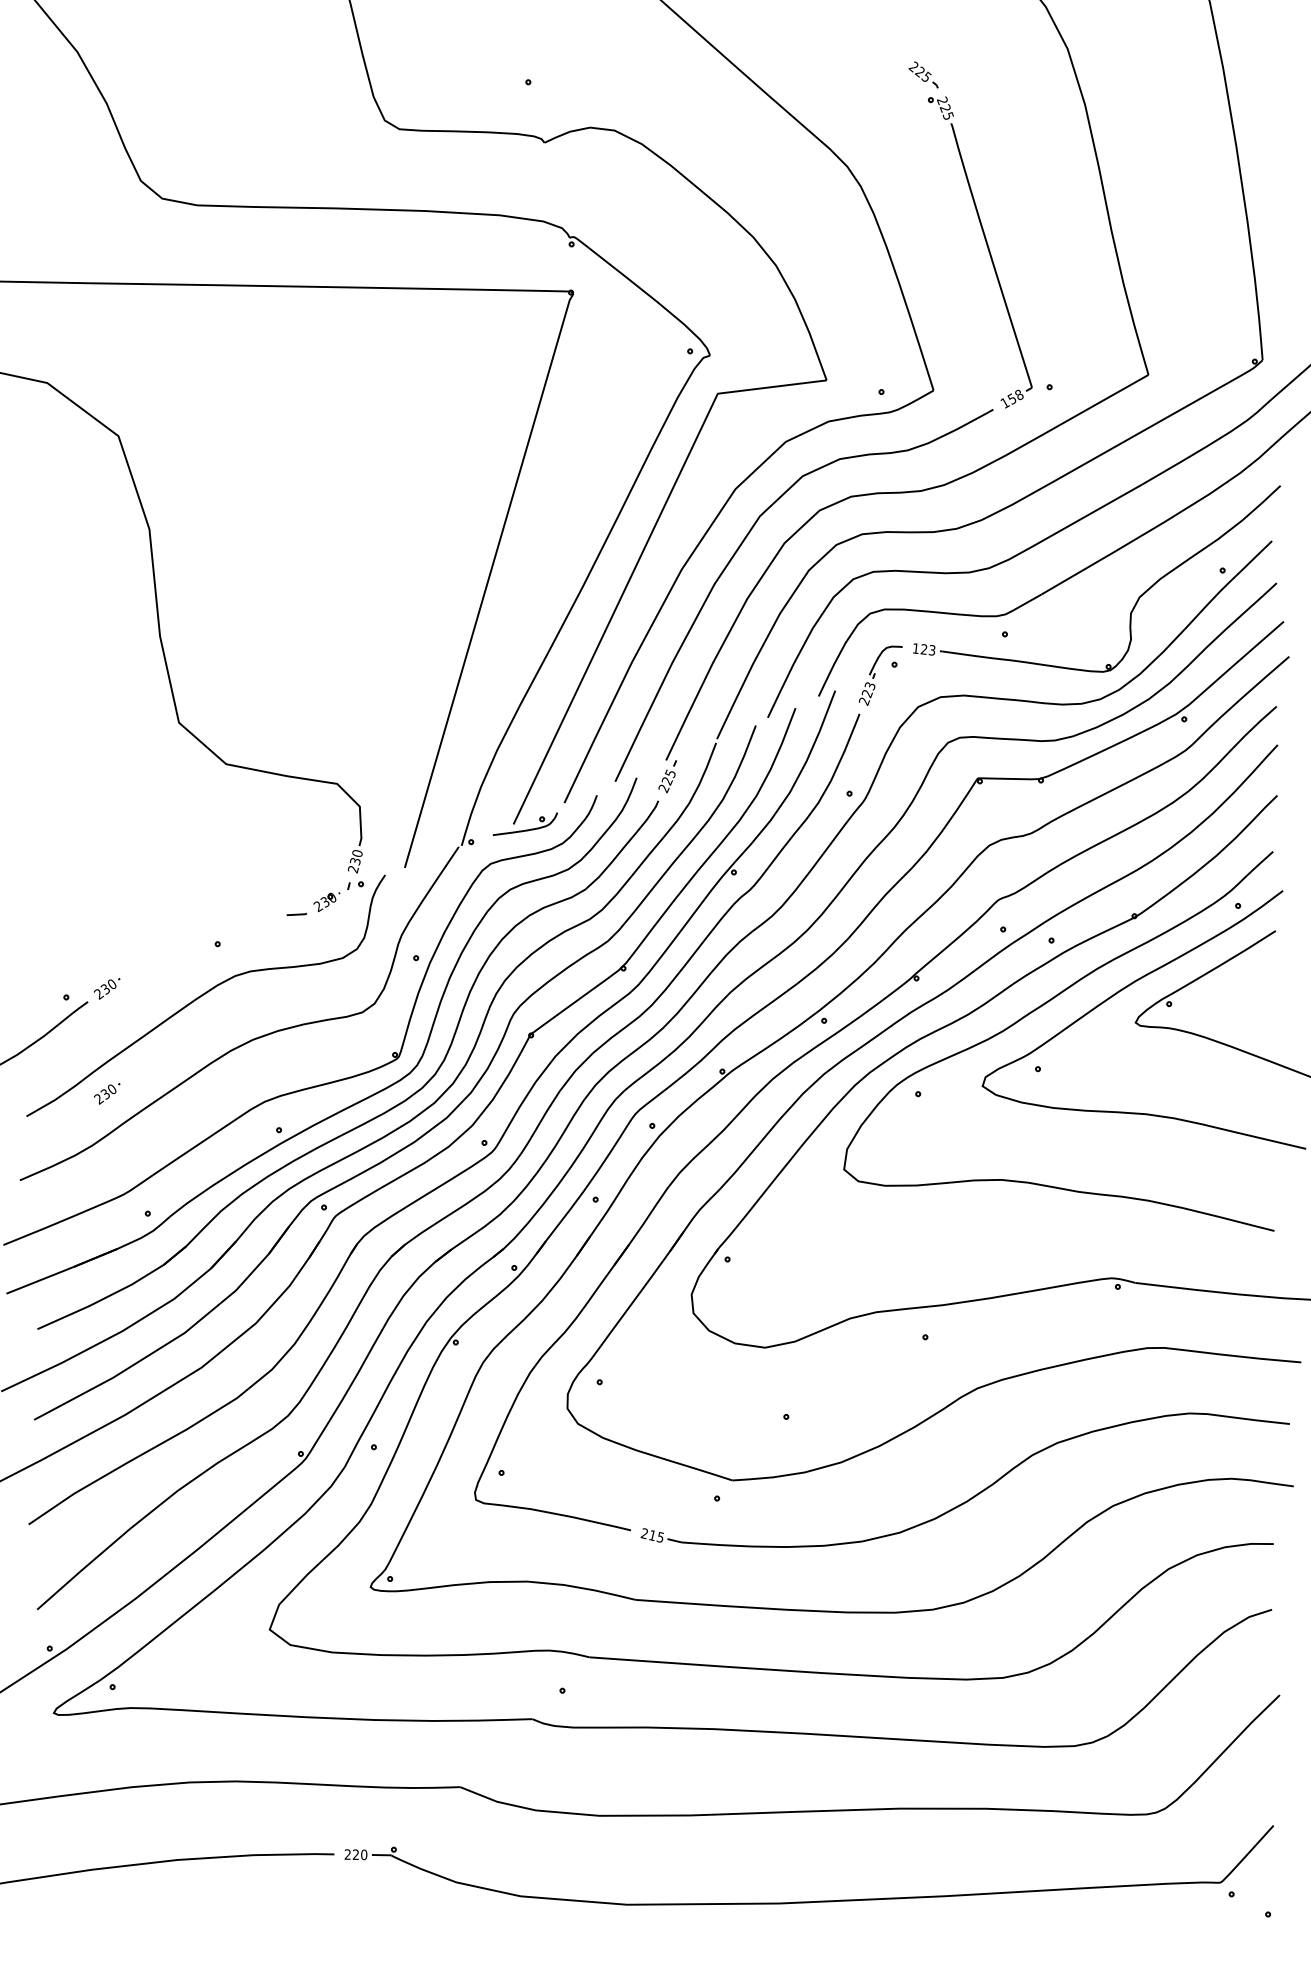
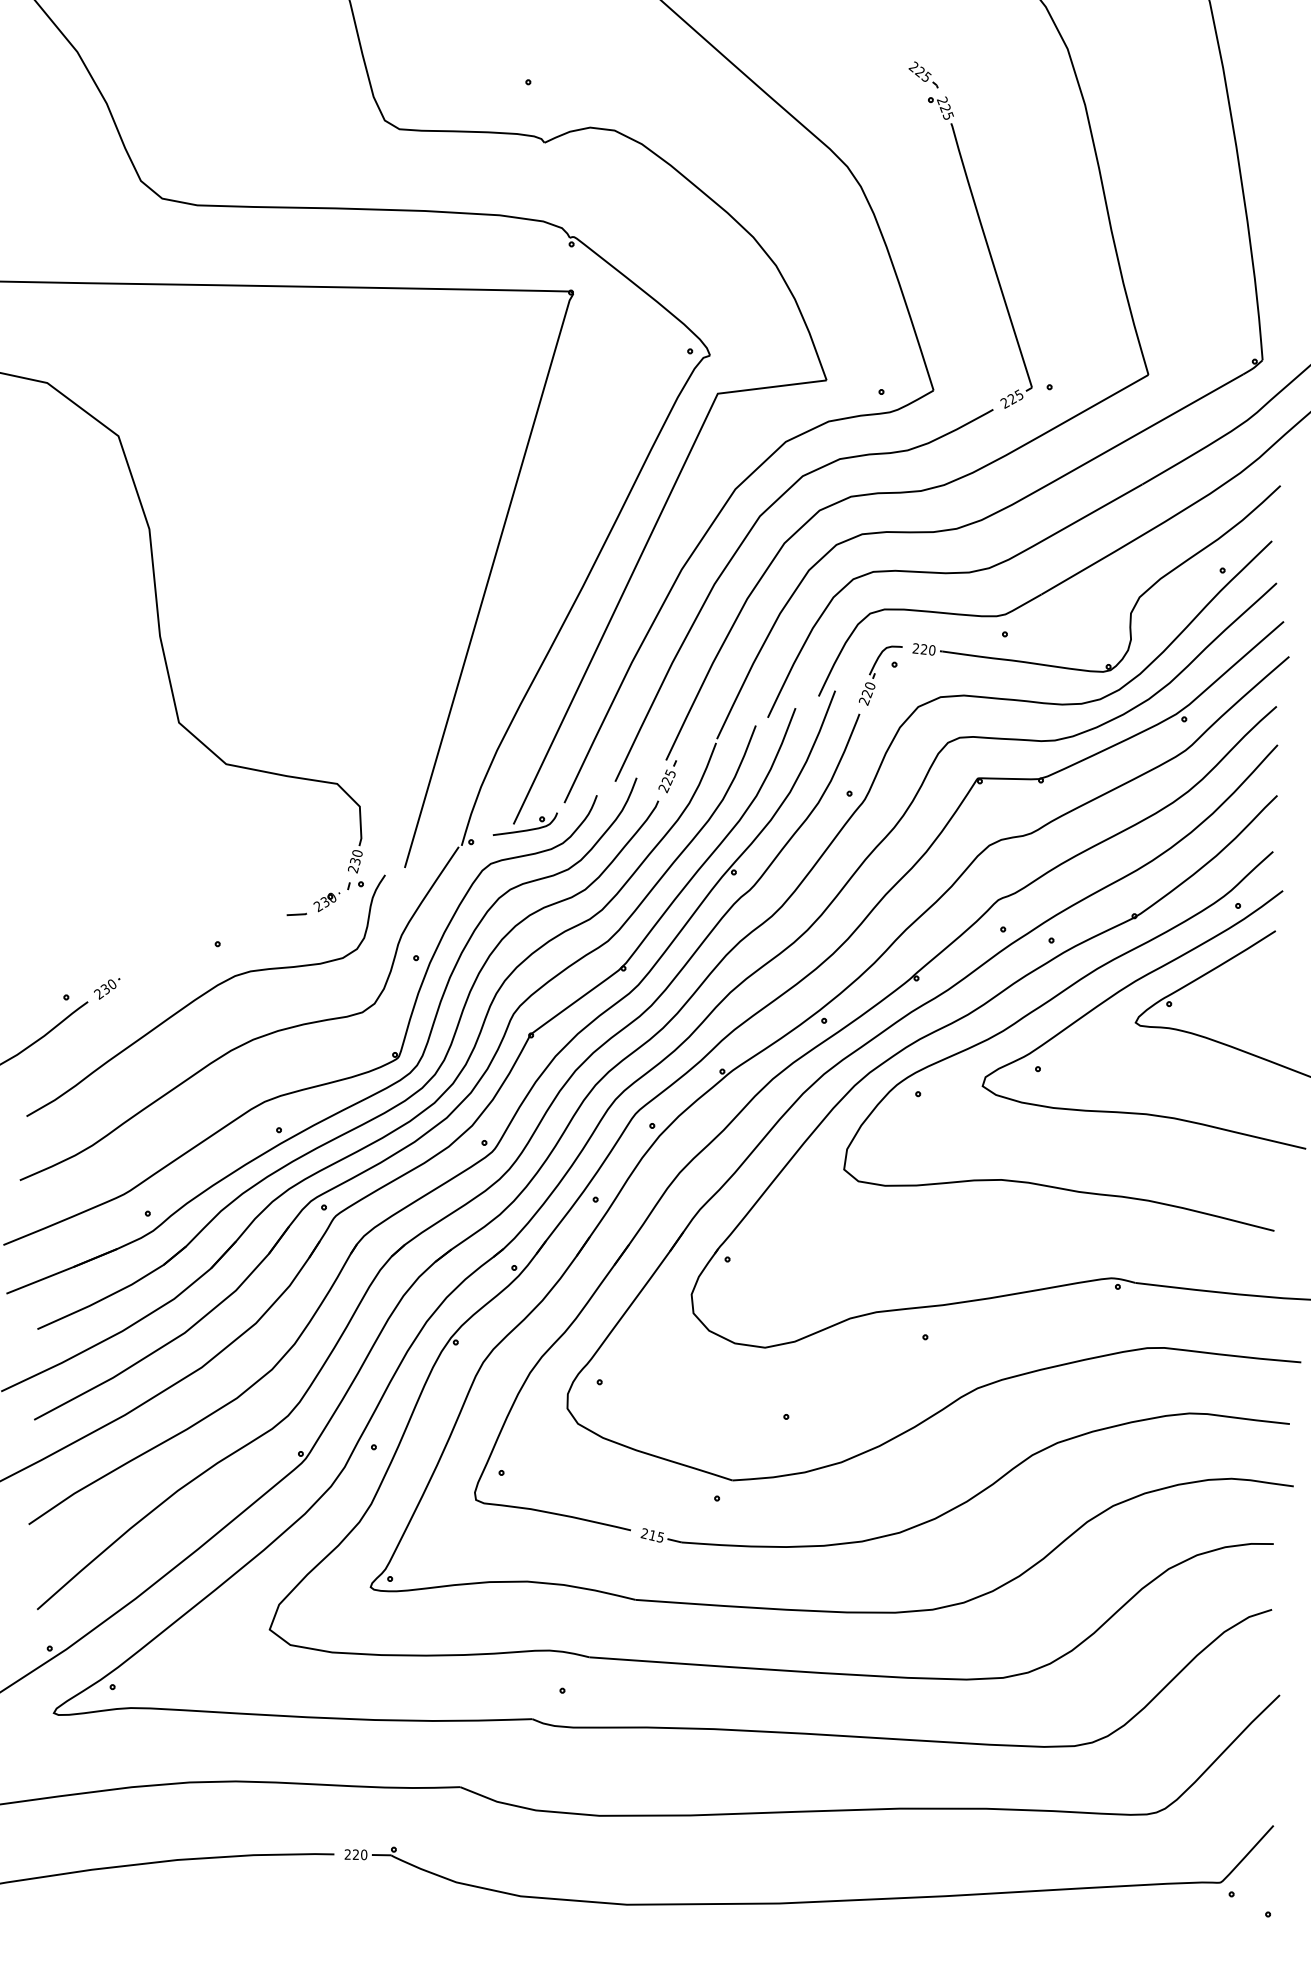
text at (1011, 398): 158 -> 225
text at (923, 649): 123 -> 220
text at (869, 686): 223 -> 220
part at (107, 1093): present -> none
